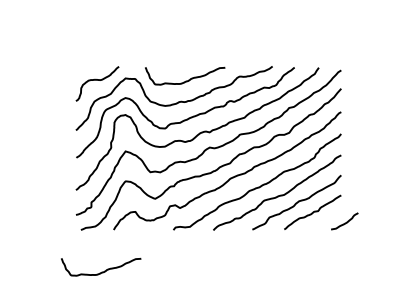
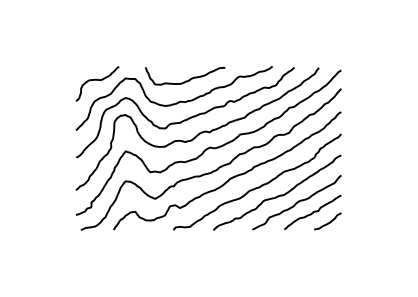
curve at (344, 222) position: (344, 222) -> (327, 222)
curve at (104, 270): present -> none
